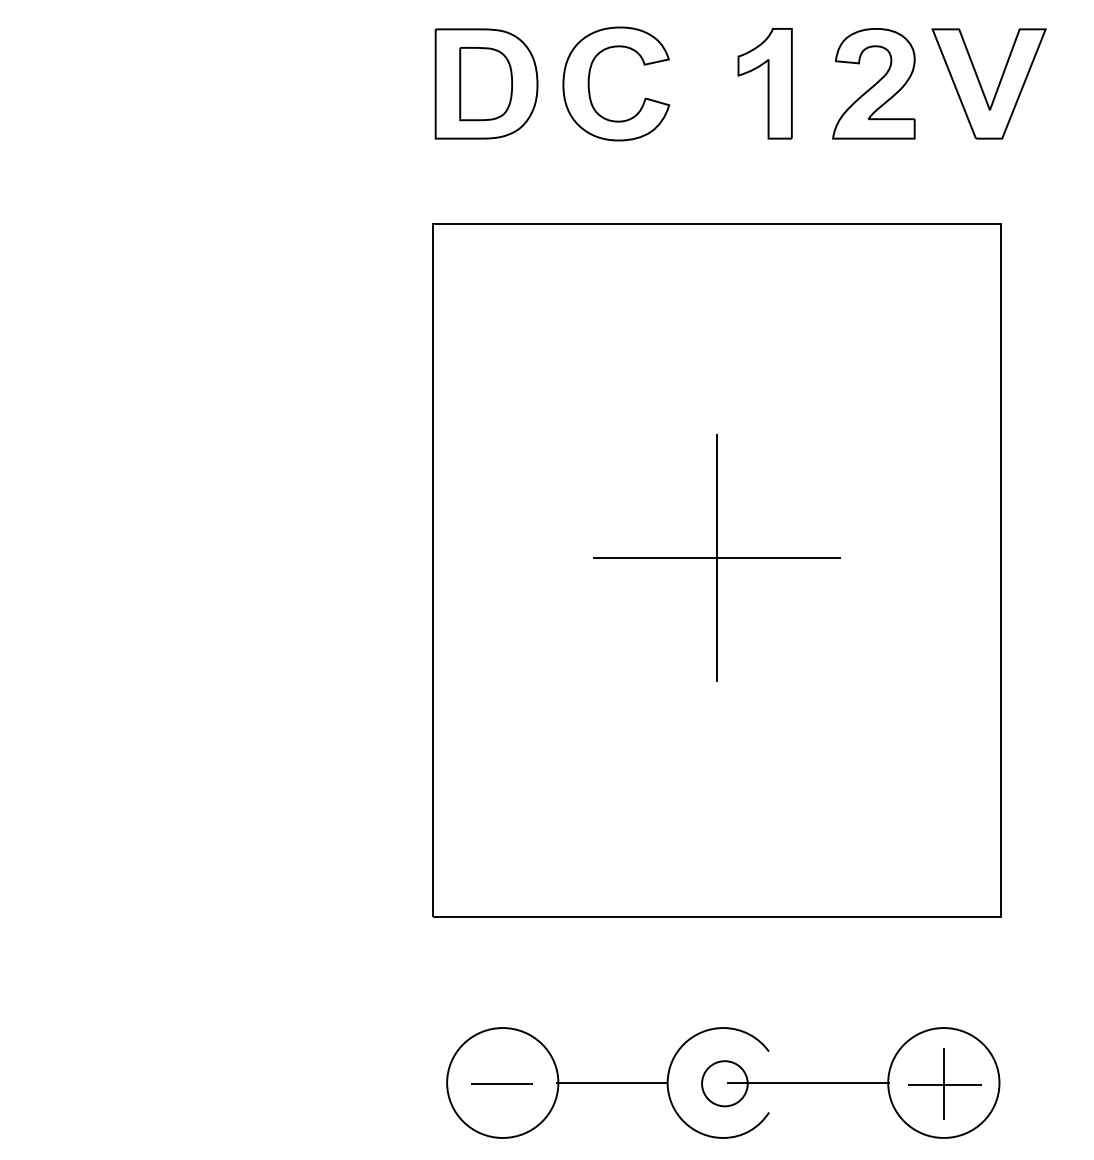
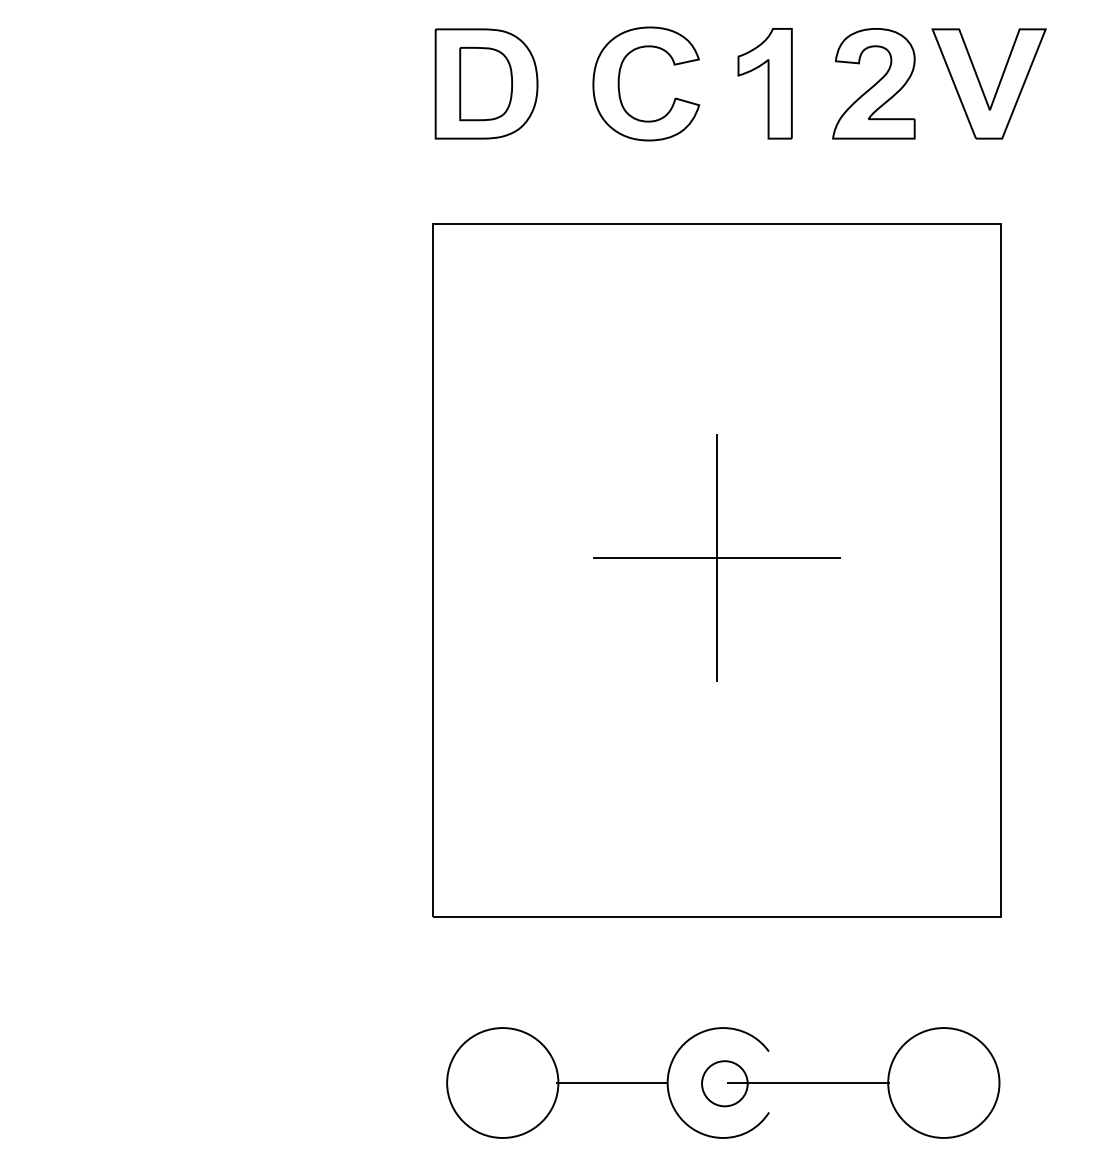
part at (589, 83) position: (589, 83) -> (619, 83)
line at (501, 1083): present -> none
part at (944, 1083): present -> none
